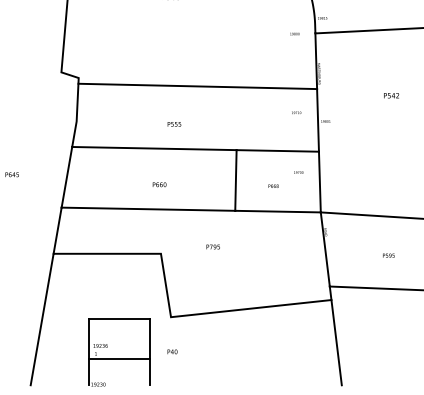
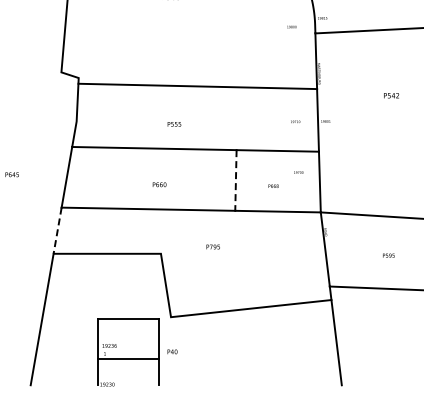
text at (294, 33) position: (294, 33) -> (291, 26)
text at (296, 112) position: (296, 112) -> (295, 121)
line at (235, 180): solid -> dashed
line at (57, 231): solid -> dashed
part at (119, 352) position: (119, 352) -> (128, 352)
